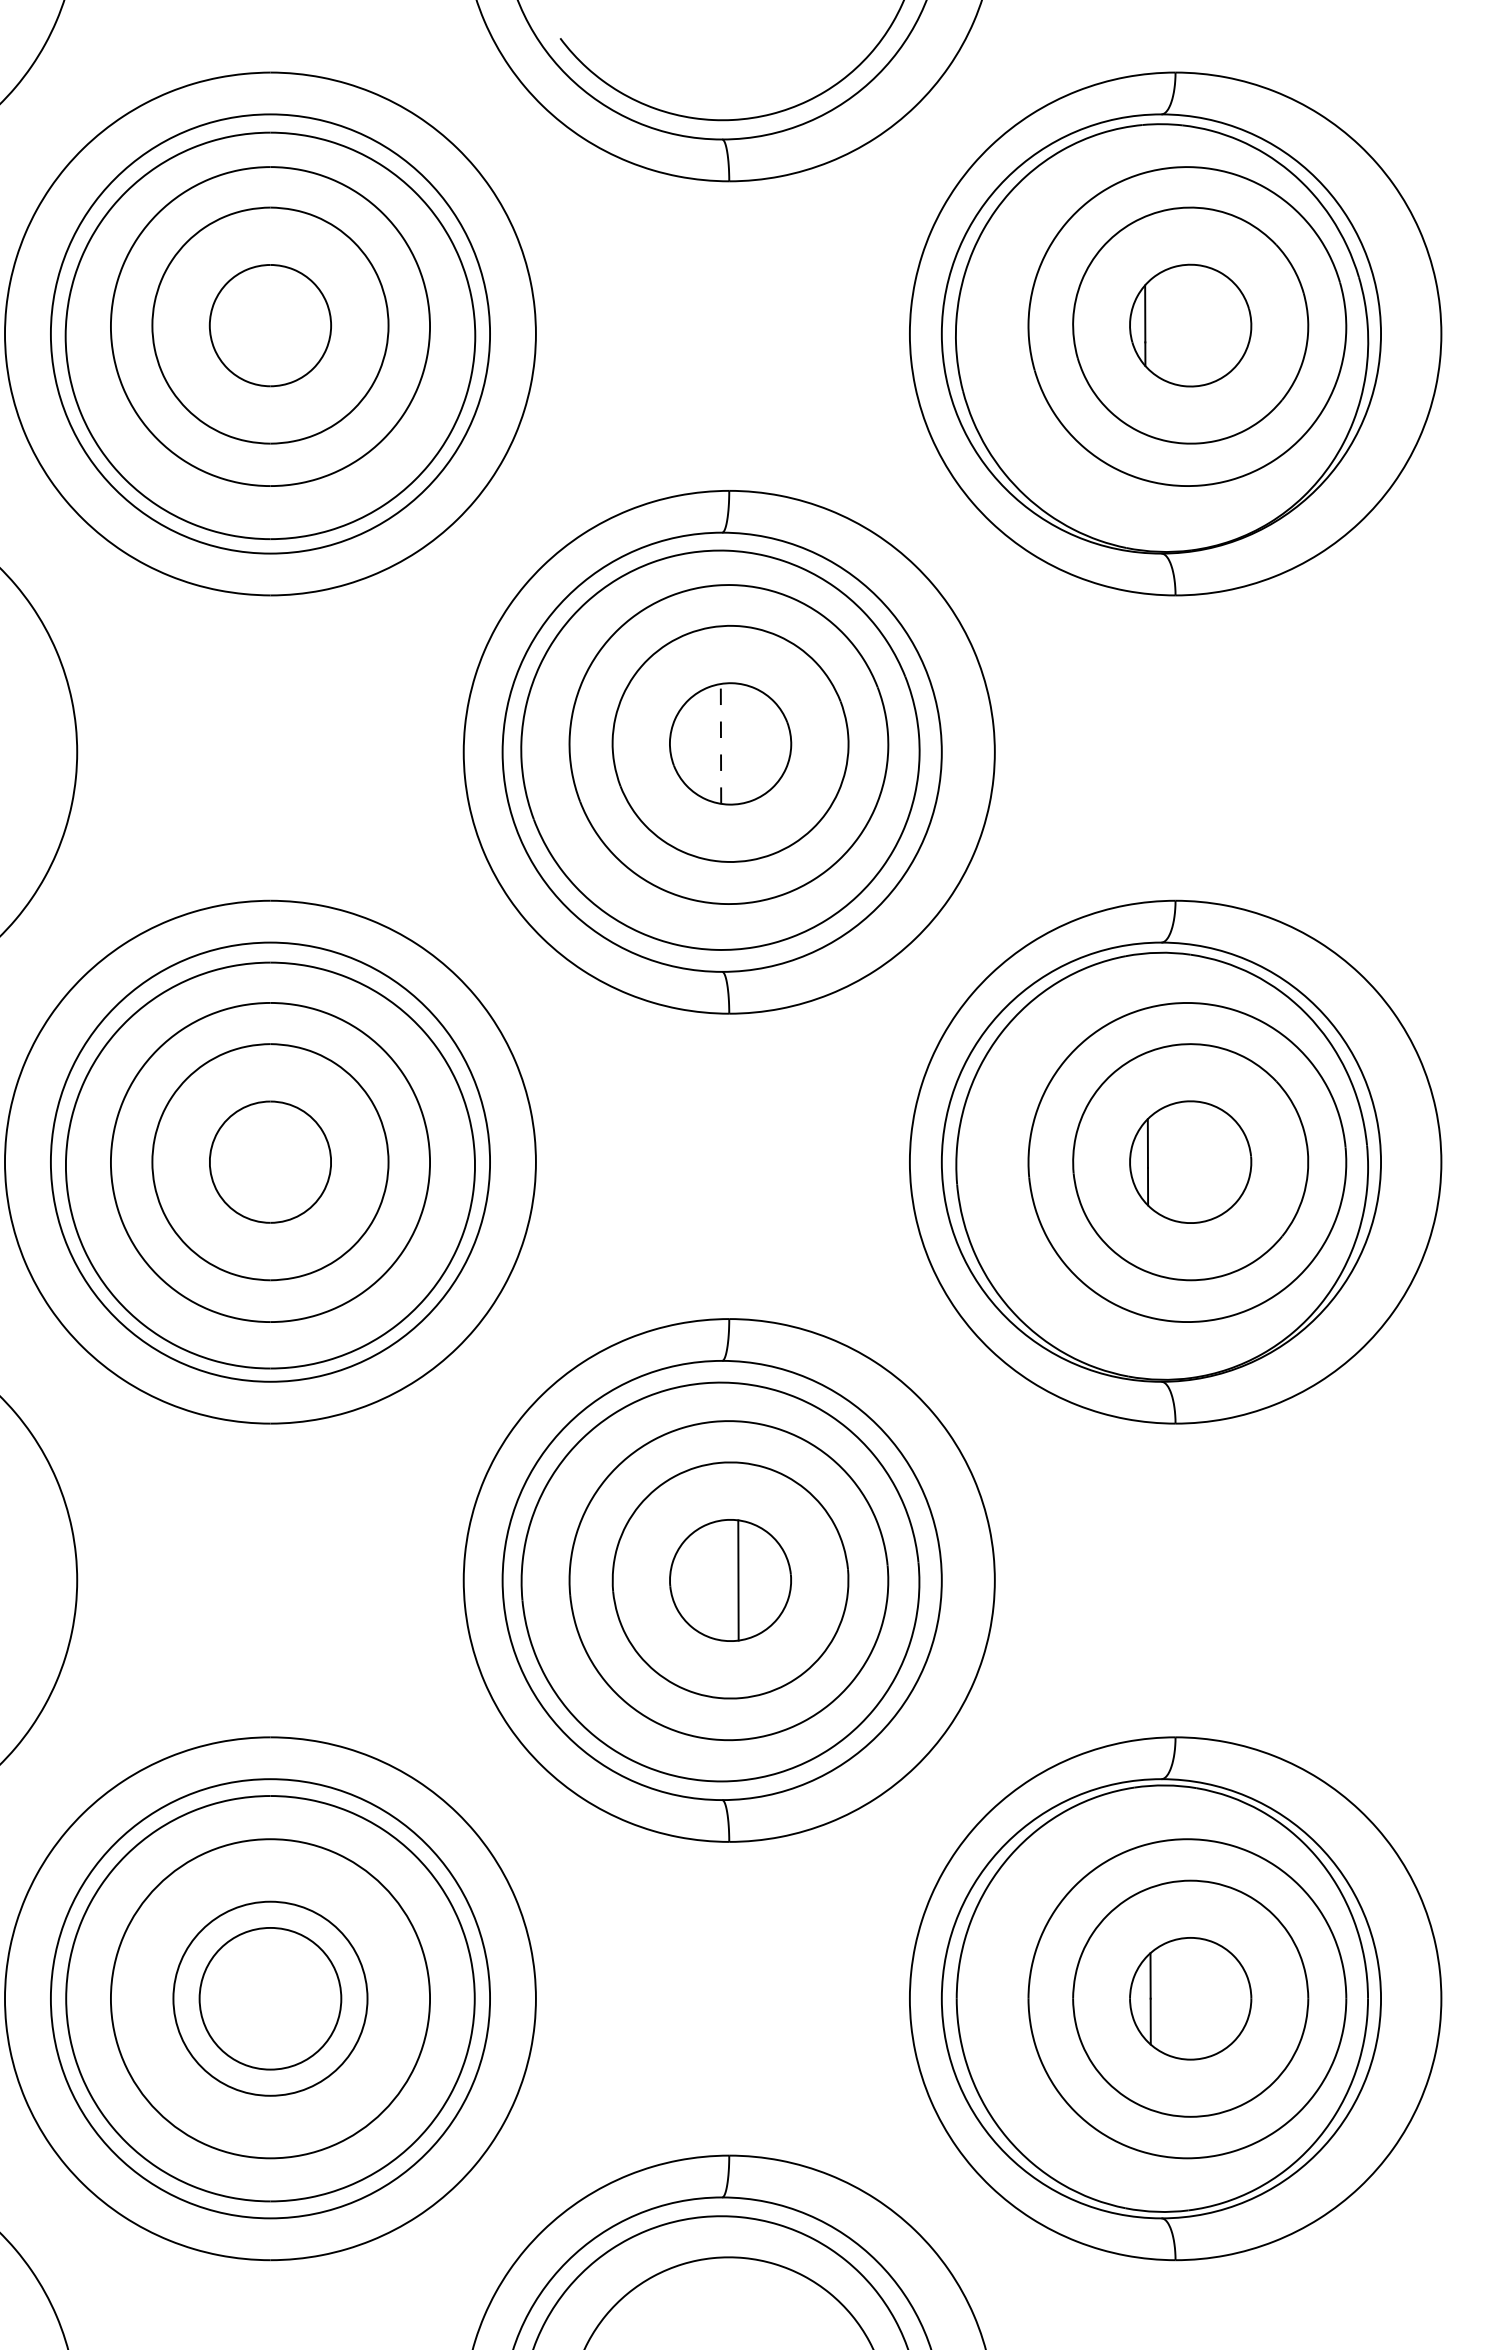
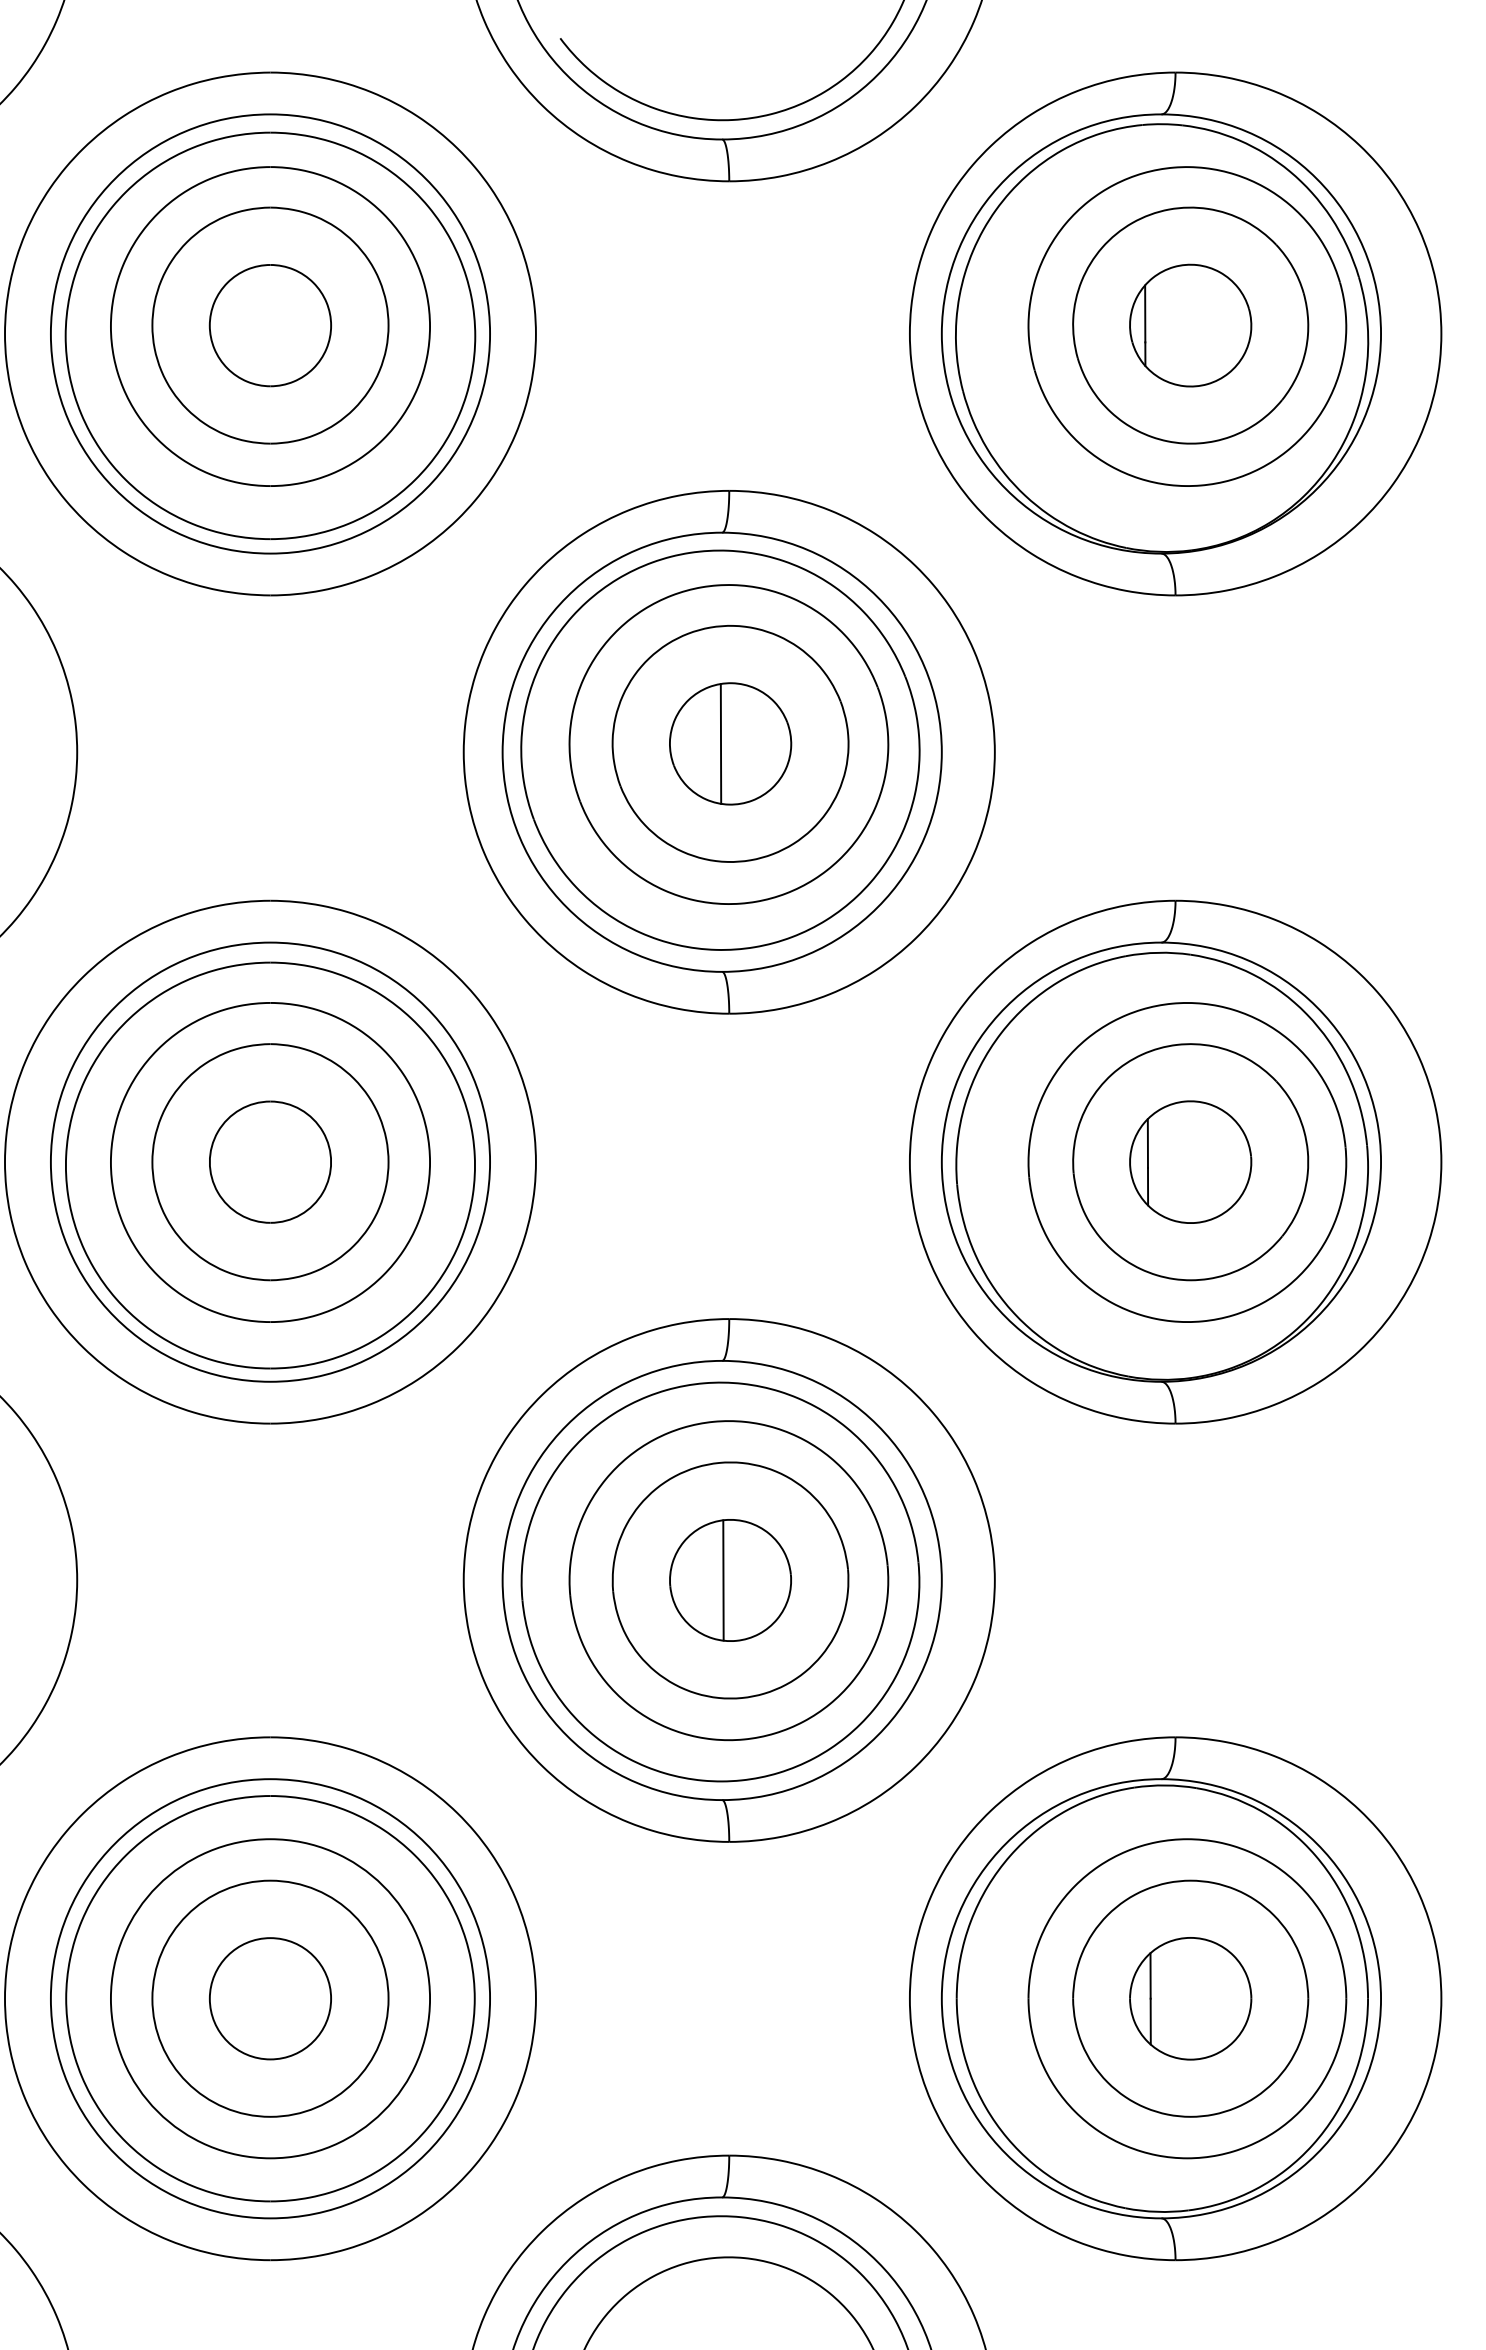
line at (721, 744): dashed -> solid
line at (738, 1580) position: (738, 1580) -> (723, 1580)
circle at (270, 1998) diameter: 142 px -> 236 px
circle at (270, 1998) diameter: 194 px -> 121 px
